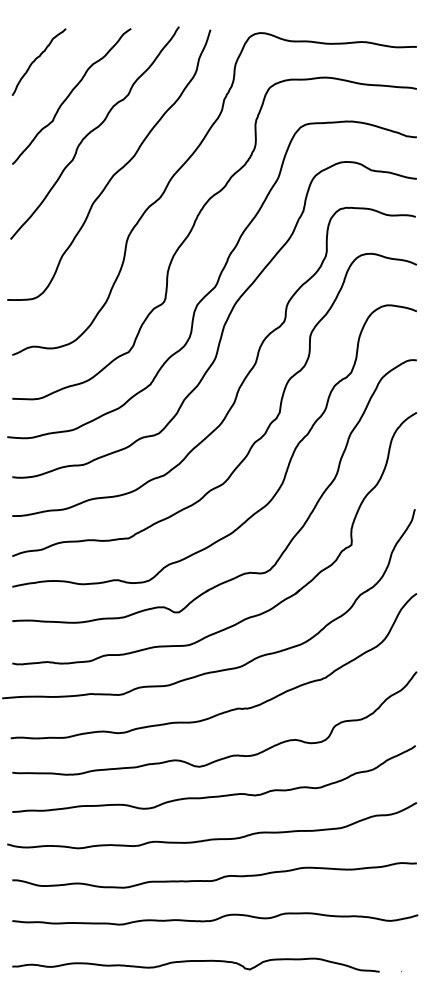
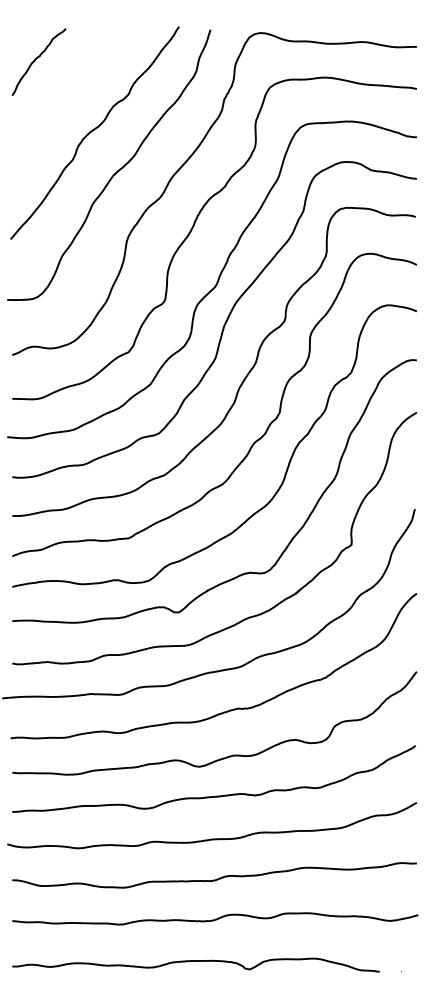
curve at (69, 96): present -> none
